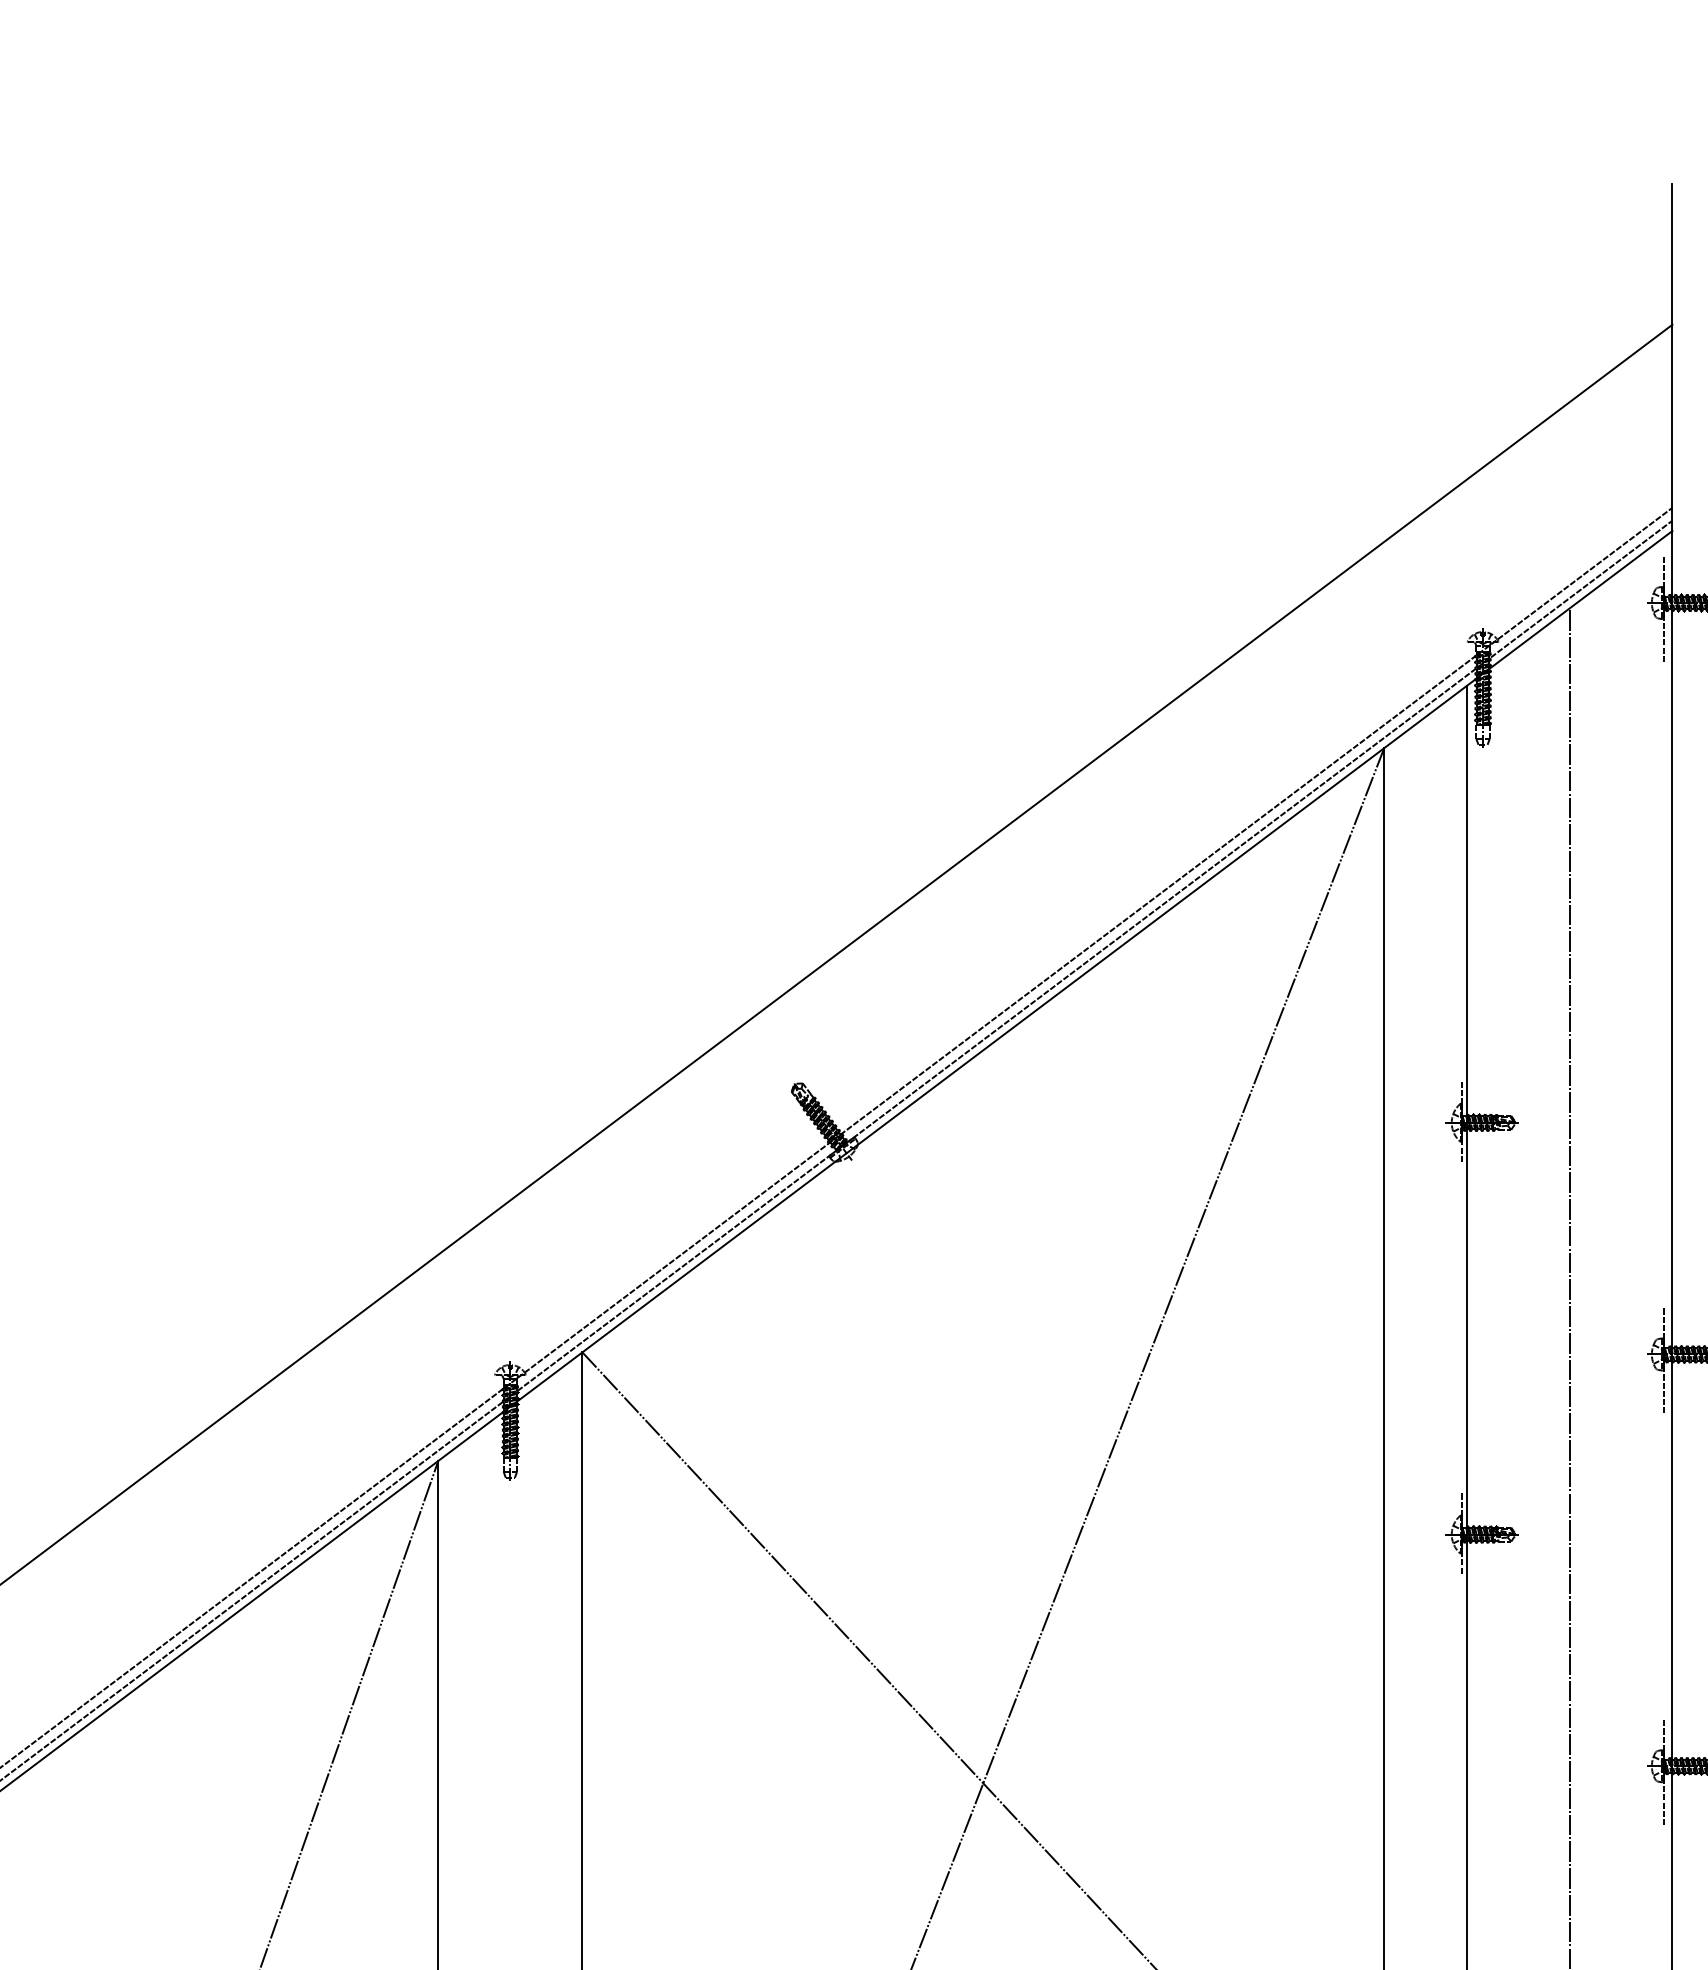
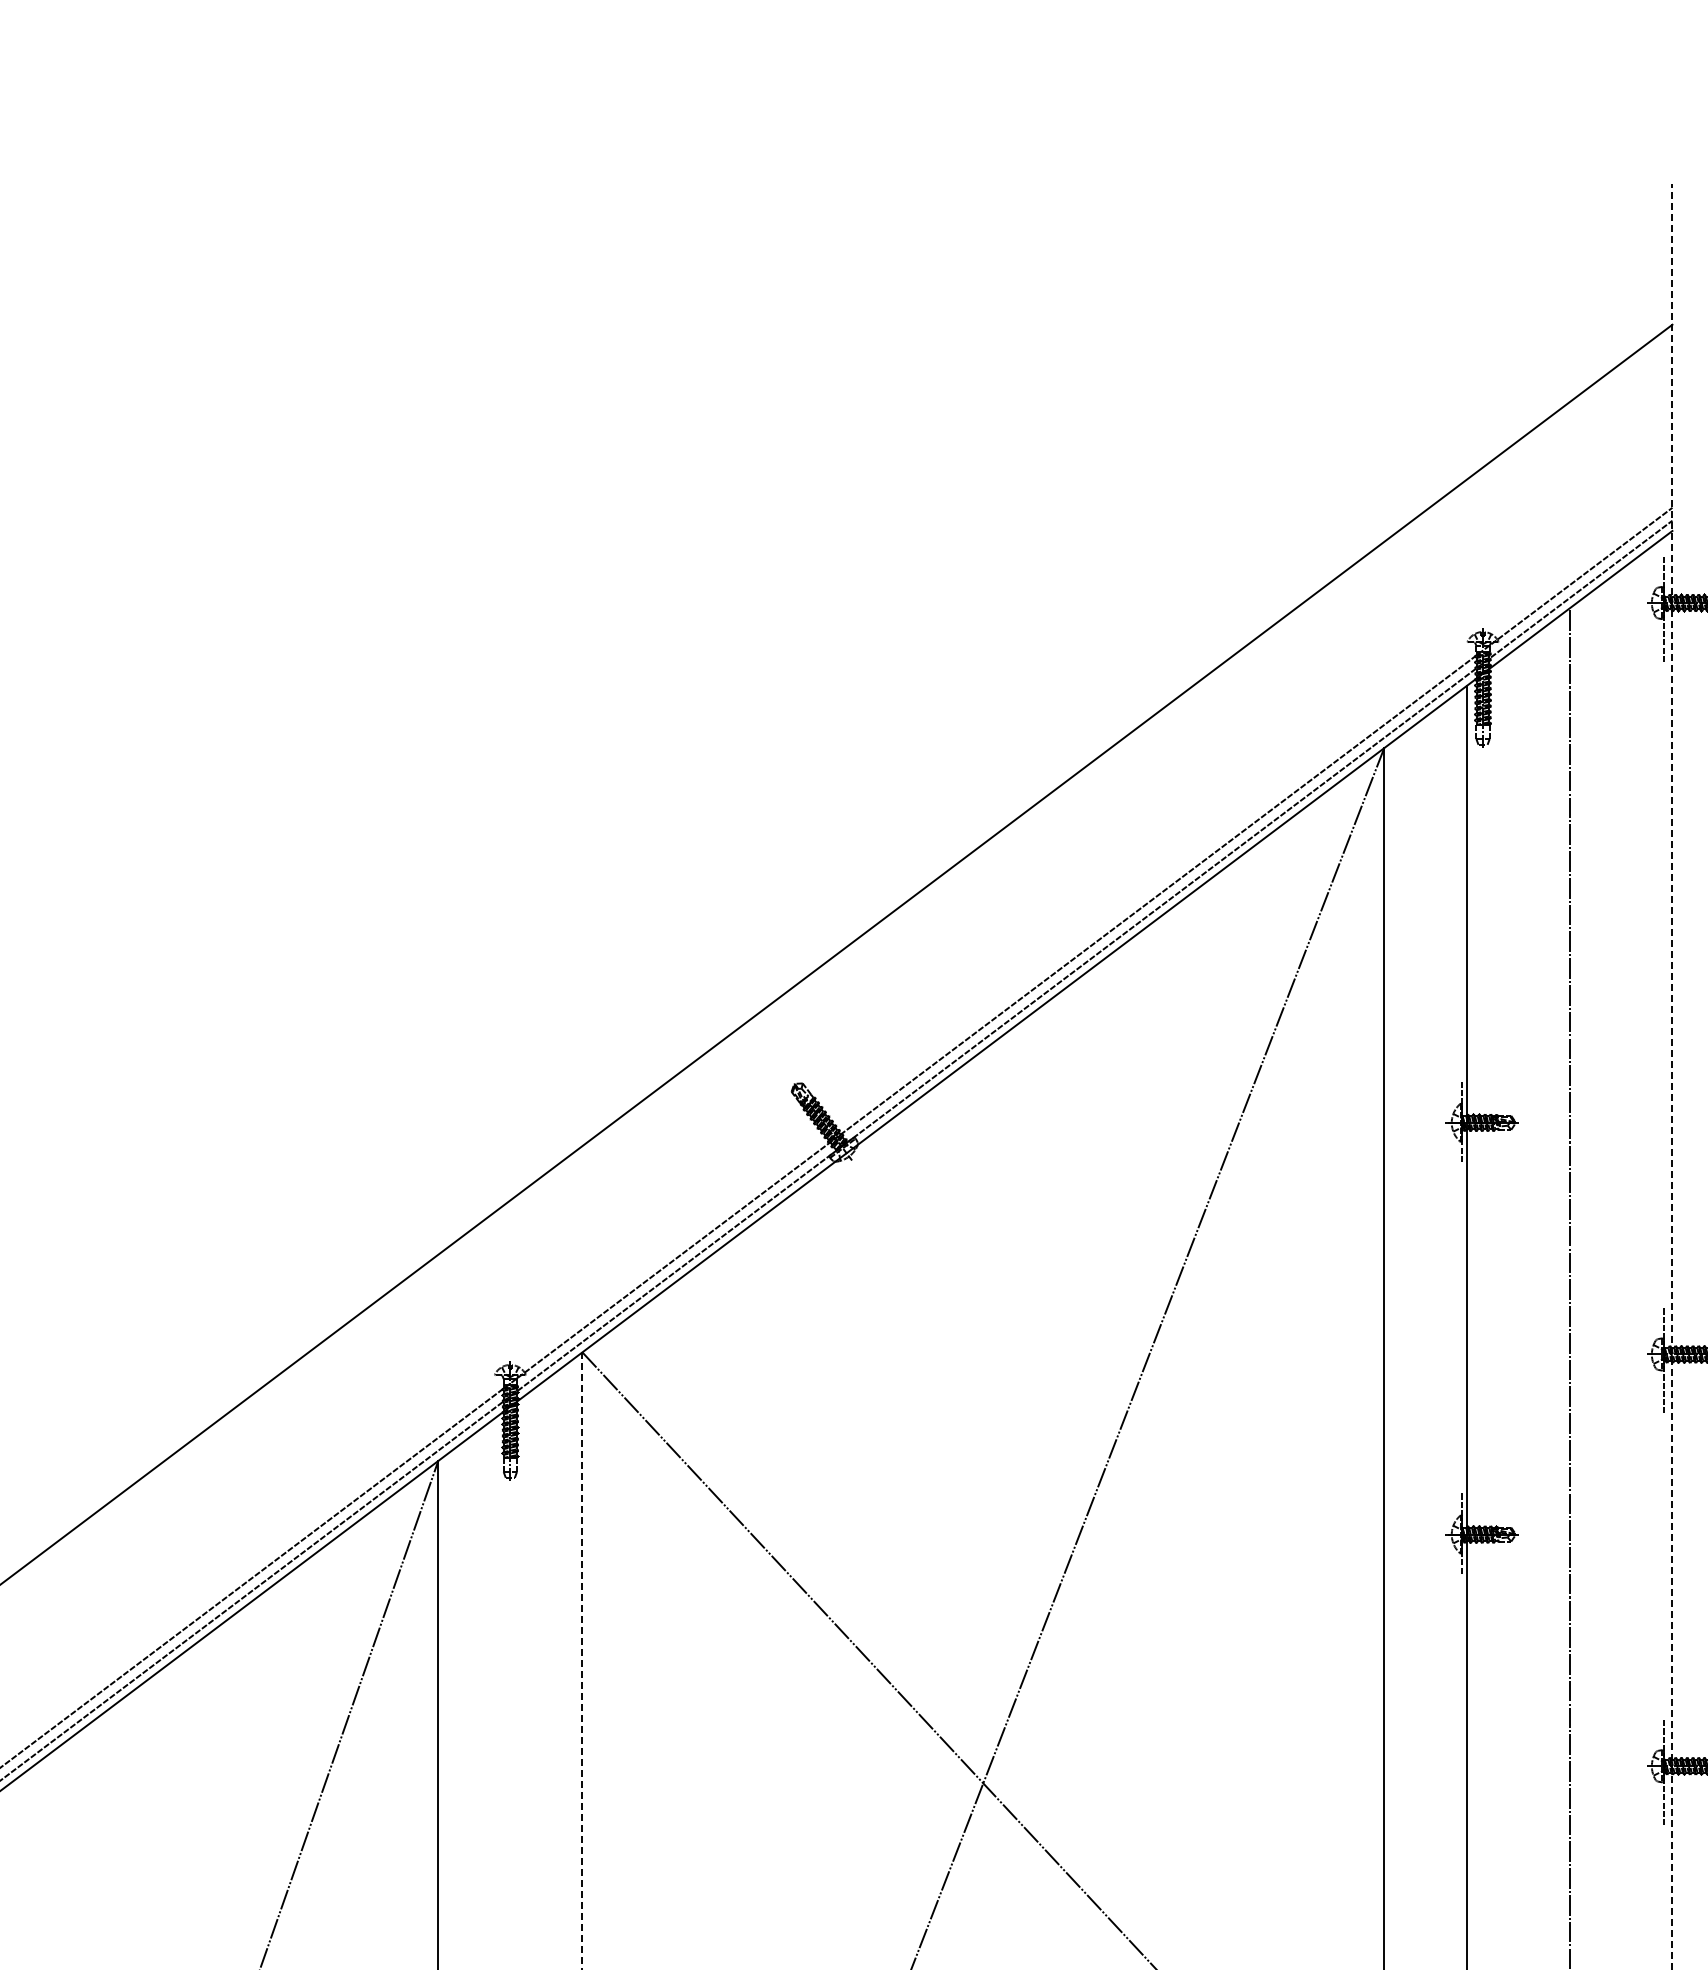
line at (1672, 1076): solid -> dashed
line at (582, 1661): solid -> dashed
